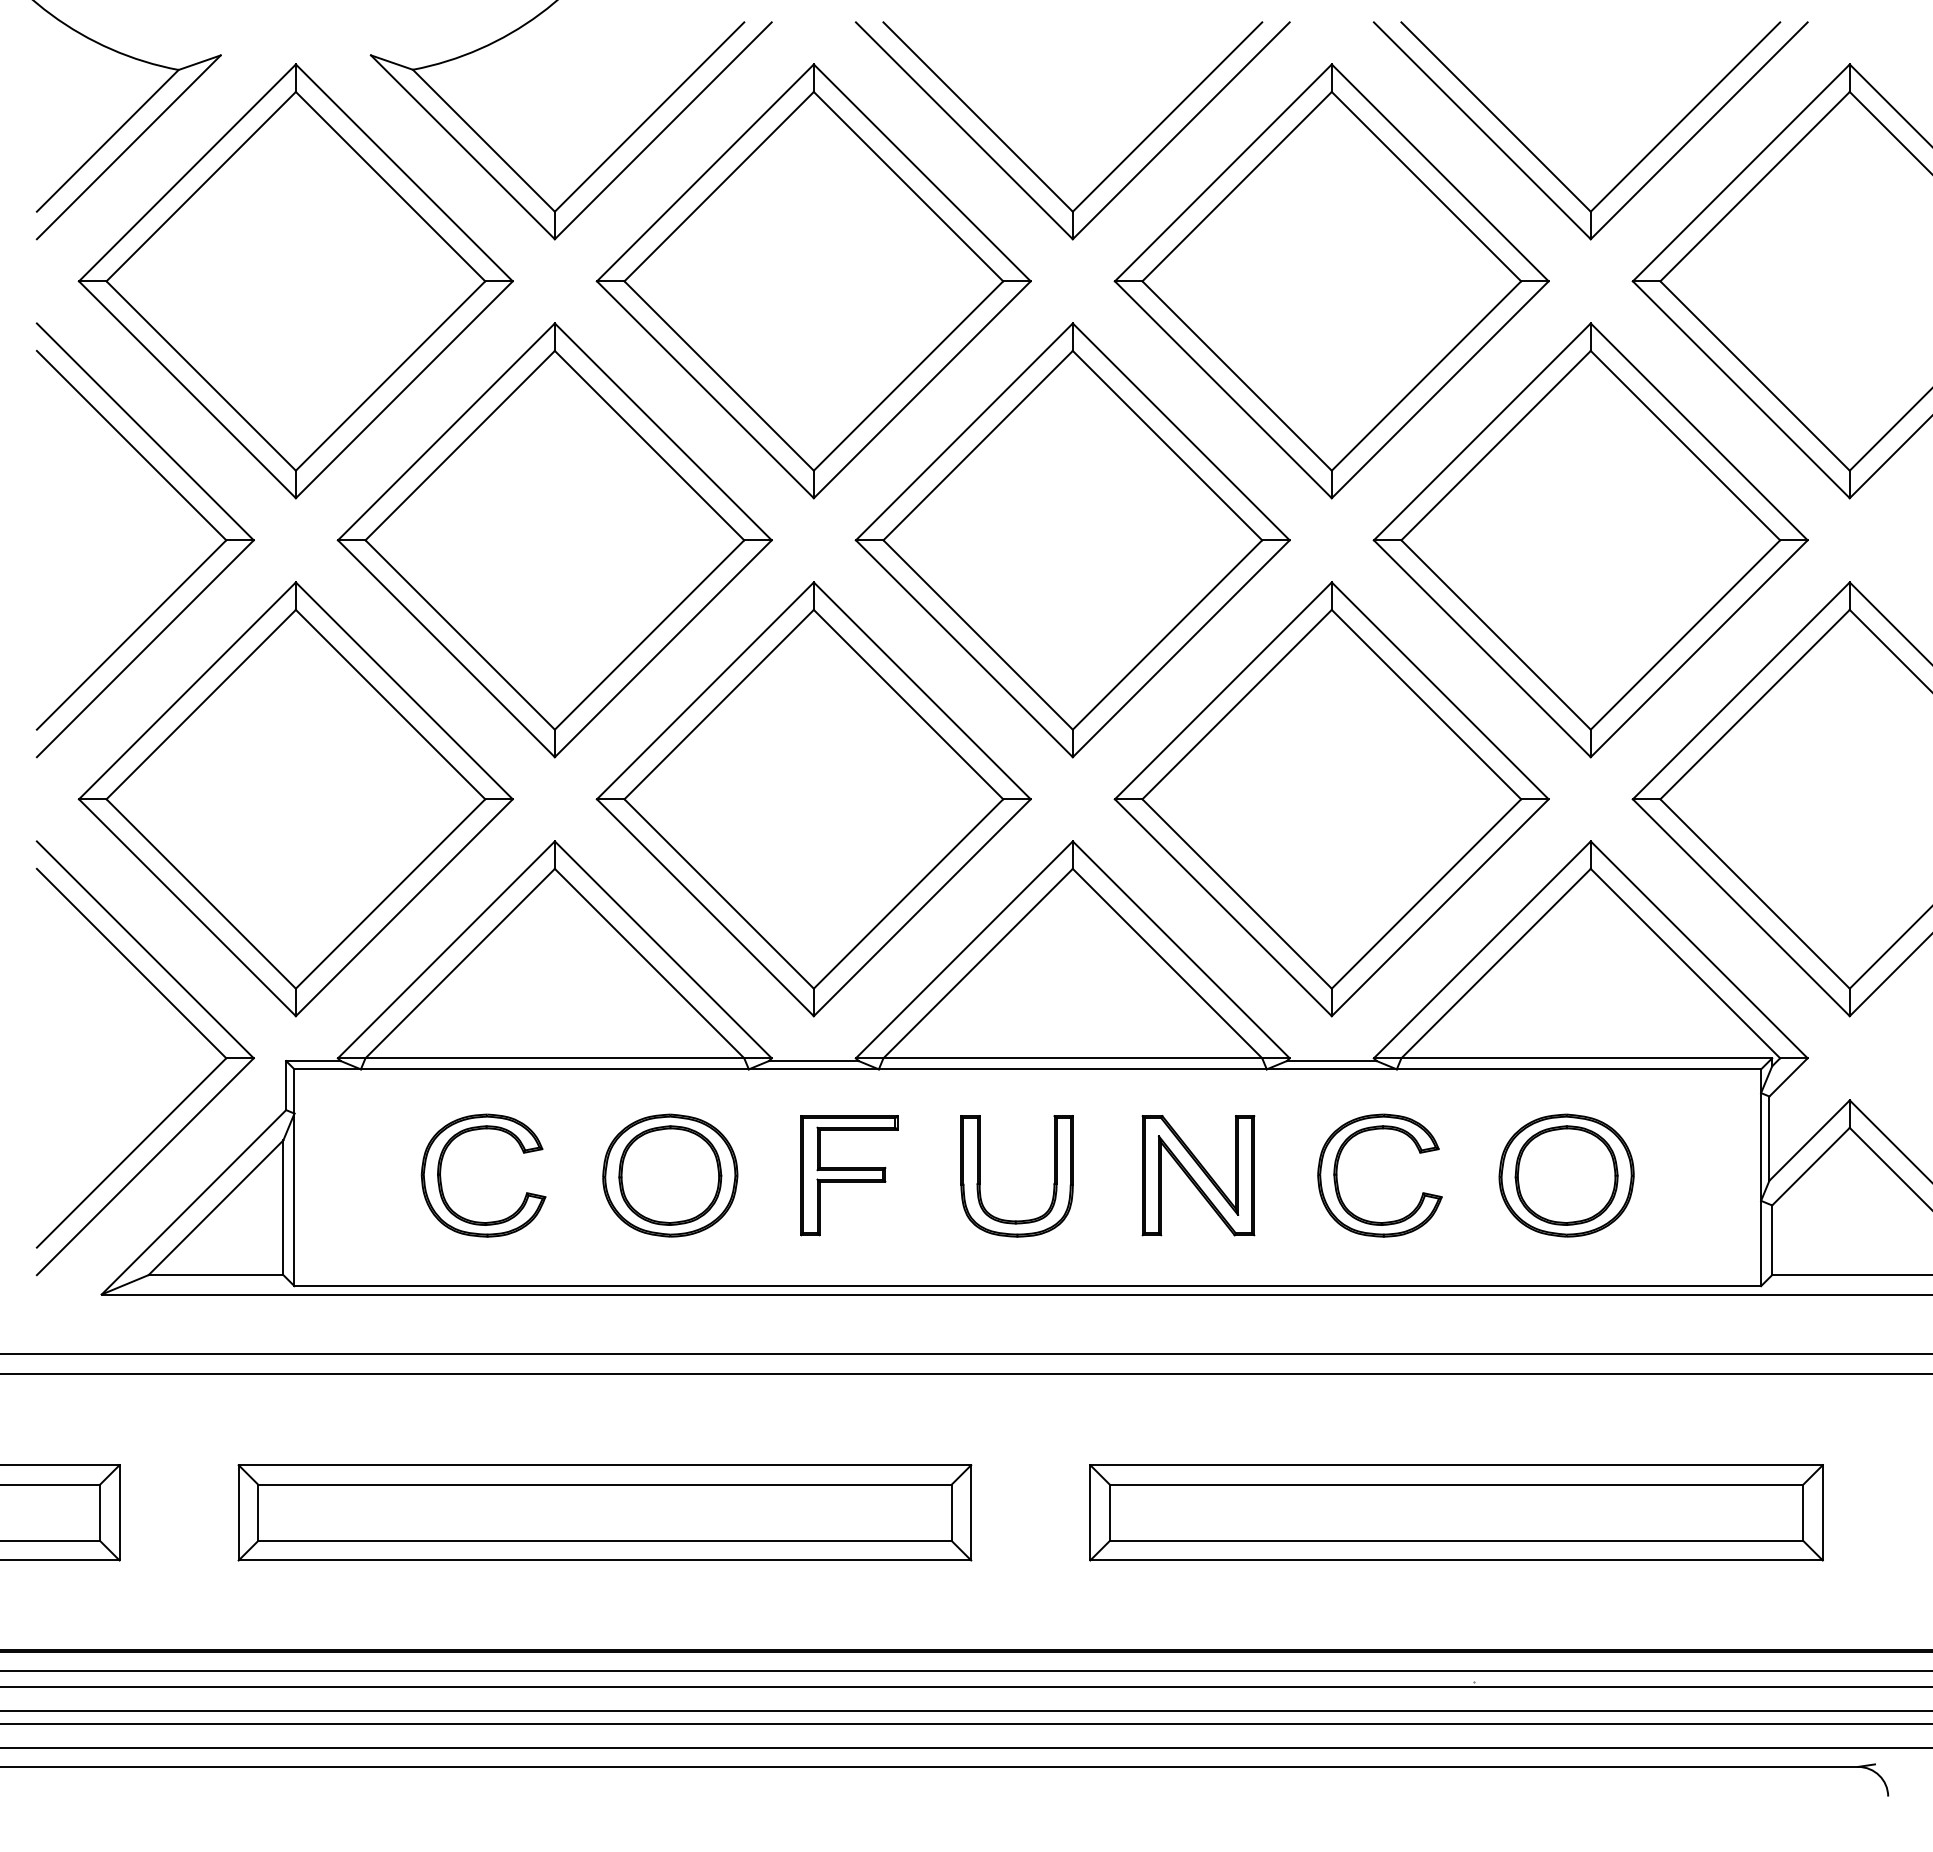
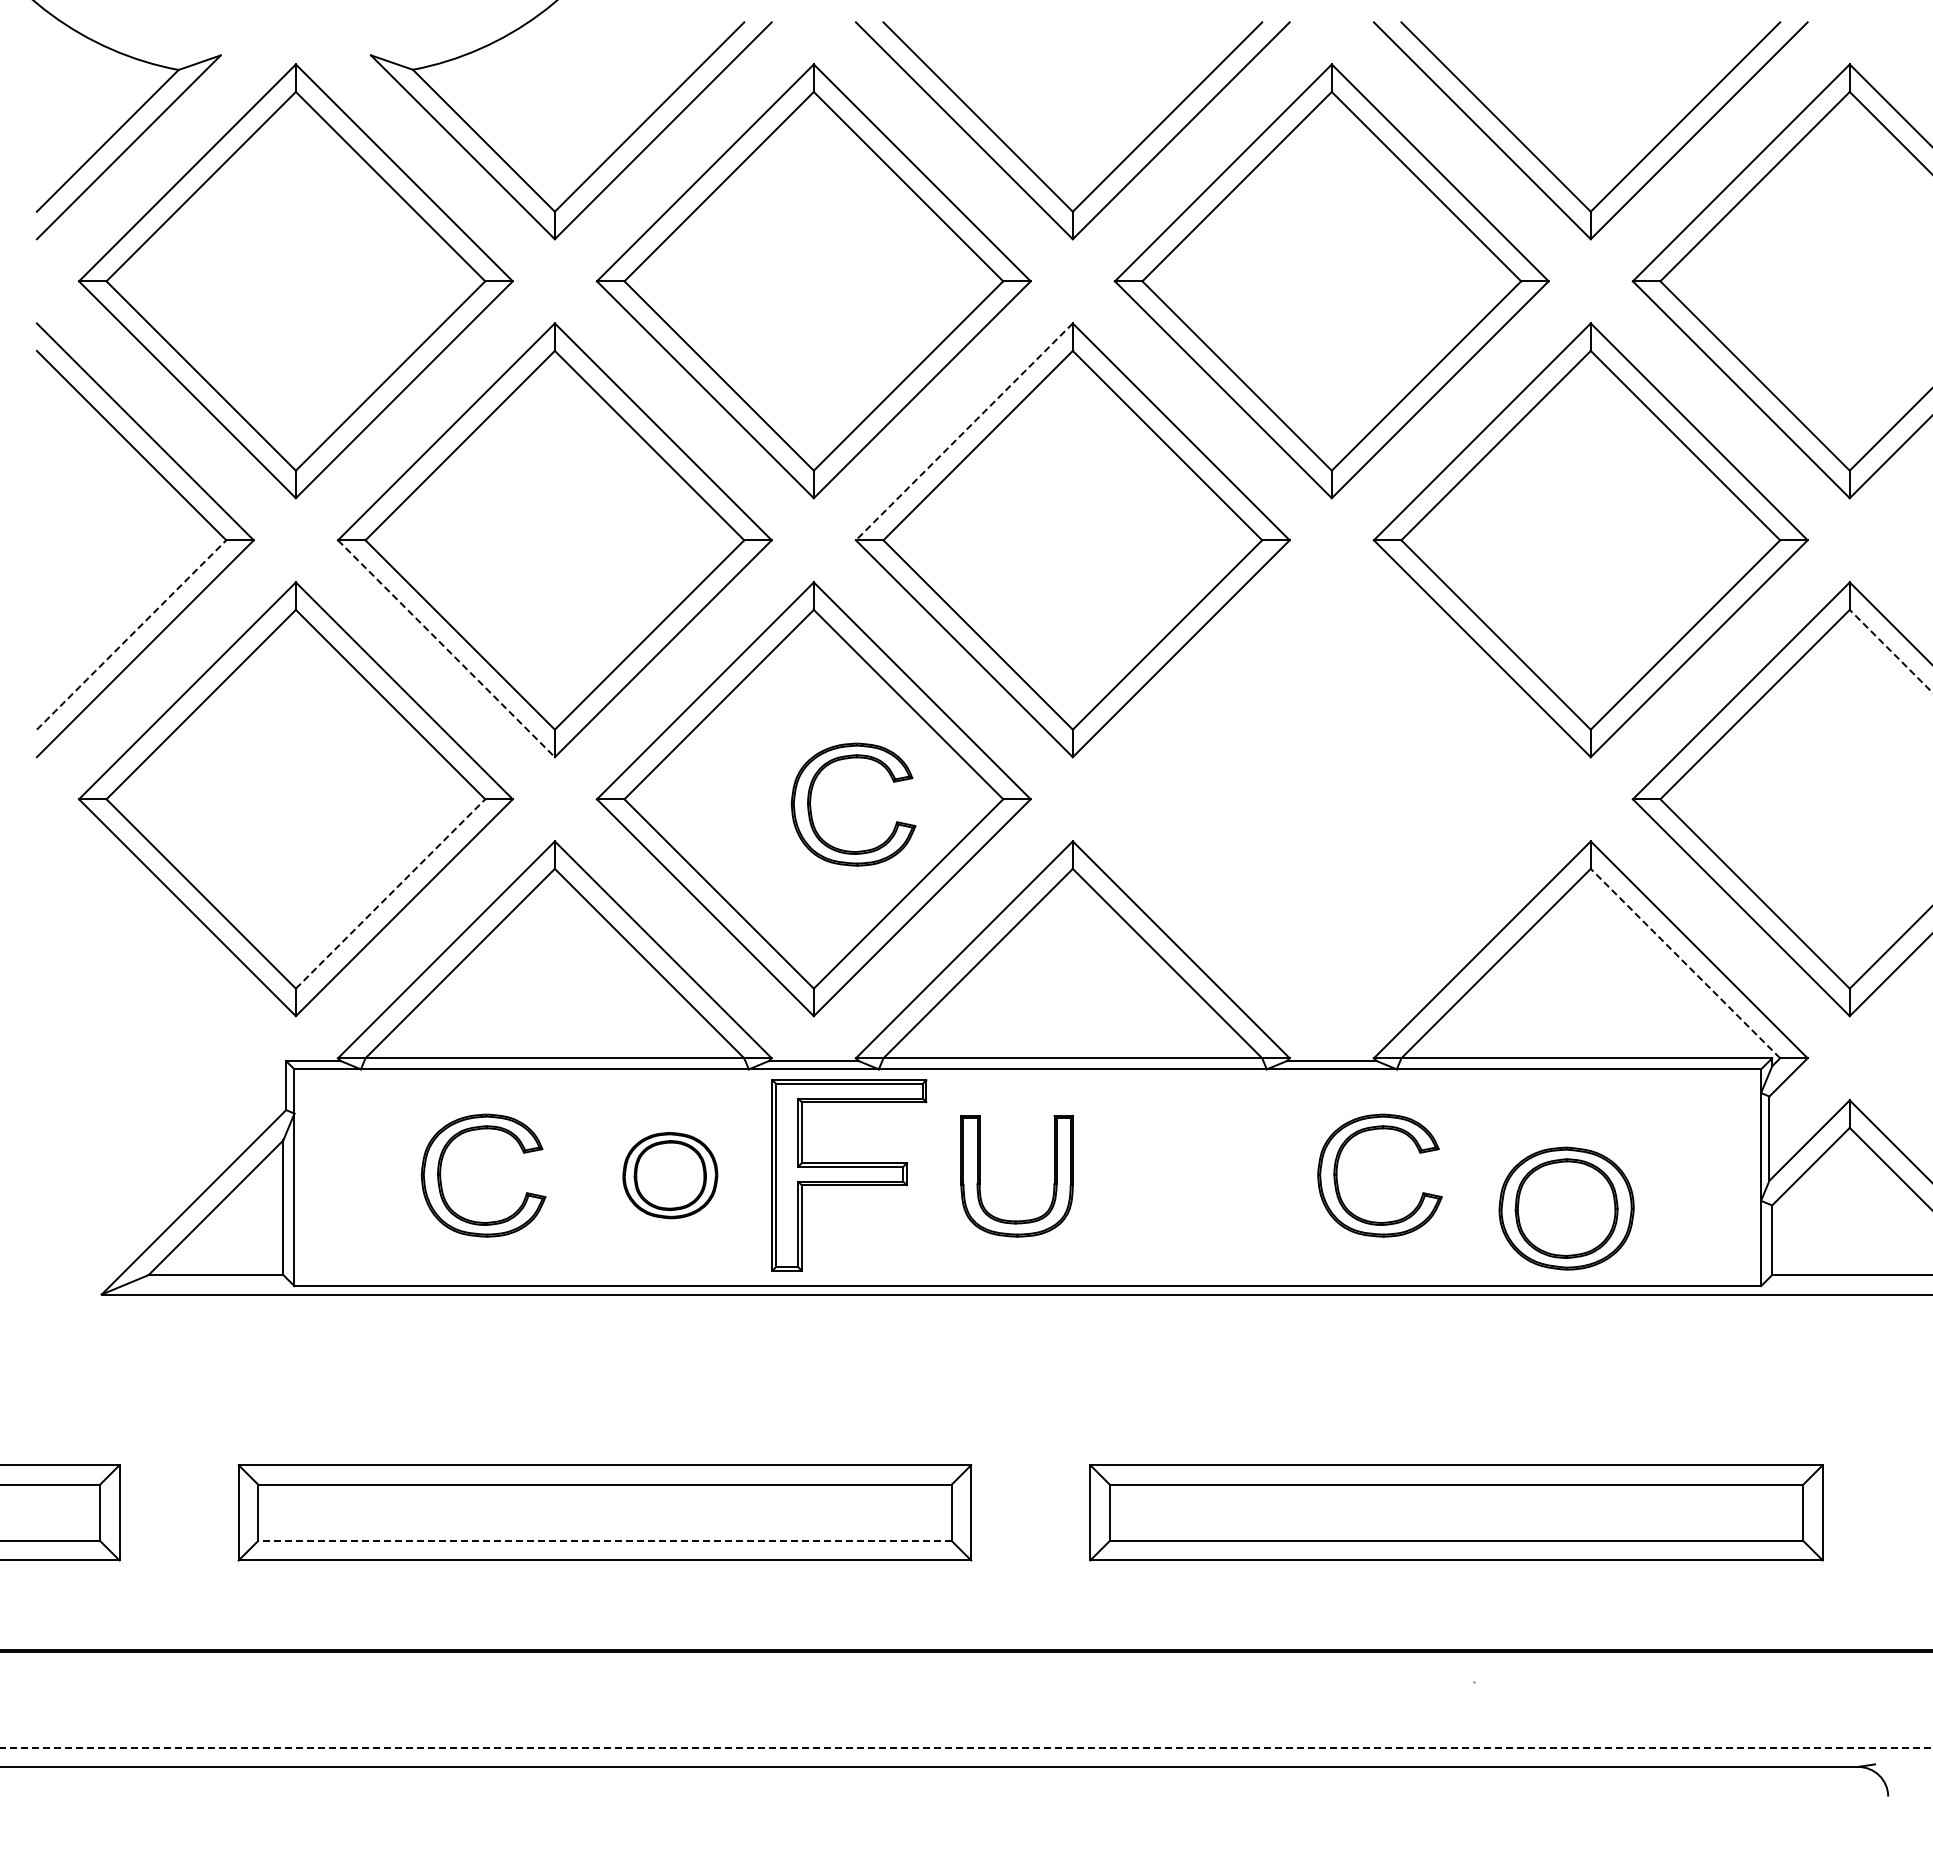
line at (964, 432): solid -> dashed
line at (131, 635): solid -> dashed
line at (446, 649): solid -> dashed
line at (1890, 650): solid -> dashed
part at (1331, 799): present -> none
part at (811, 805): none -> present
line at (390, 893): solid -> dashed
line at (1685, 963): solid -> dashed
part at (184, 1098): present -> none
part at (670, 1175) size: 137x125 px -> 97x88 px
part at (849, 1175) size: 99x122 px -> 157x193 px
part at (1198, 1175): present -> none
part at (1566, 1175) position: (1566, 1175) -> (1566, 1208)
line at (965, 1354): present -> none
line at (965, 1373): present -> none
line at (604, 1541): solid -> dashed
line at (965, 1670): present -> none
line at (965, 1686): present -> none
line at (965, 1710): present -> none
line at (965, 1723): present -> none
line at (966, 1747): solid -> dashed
